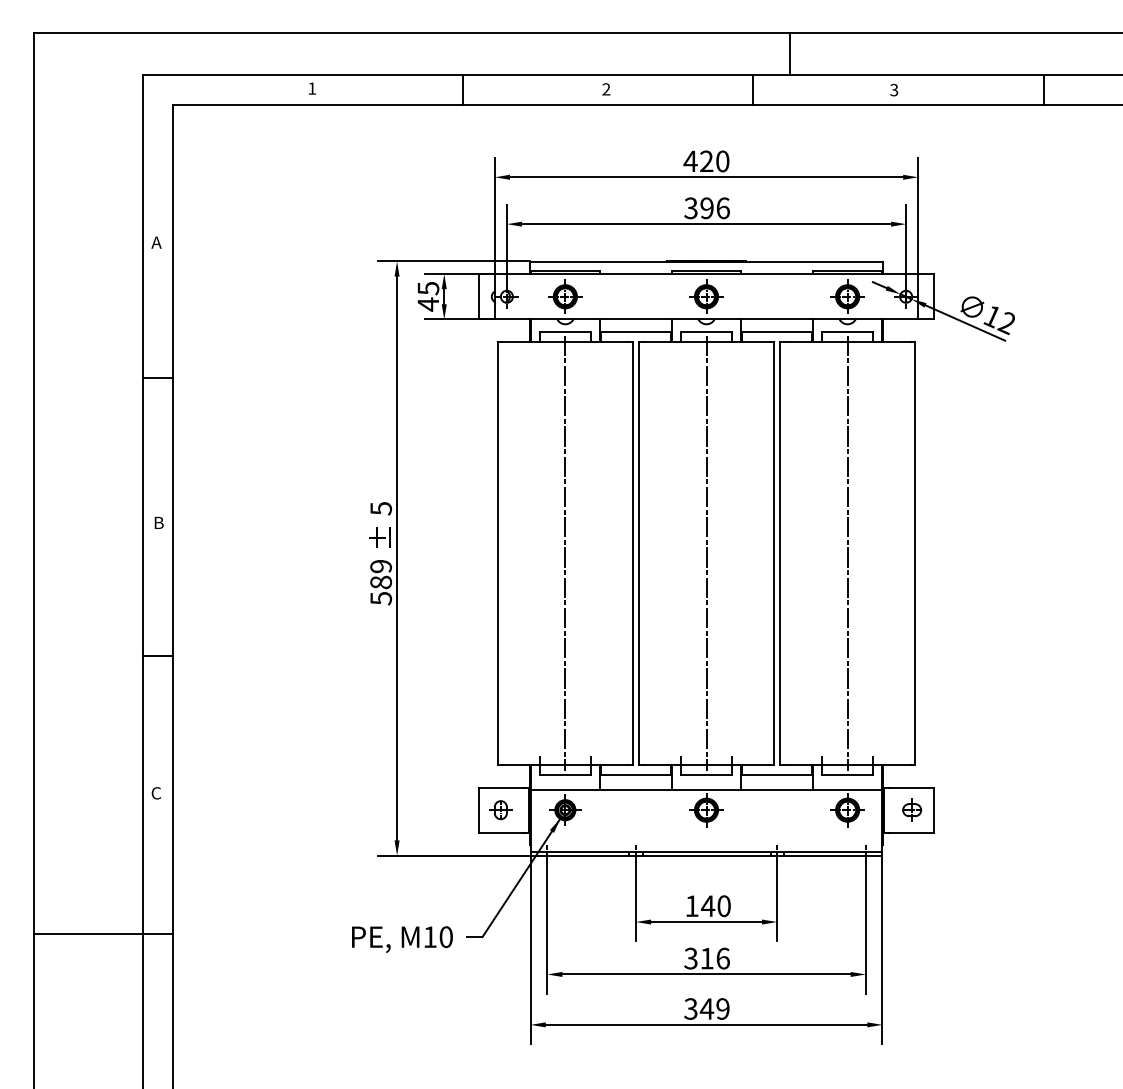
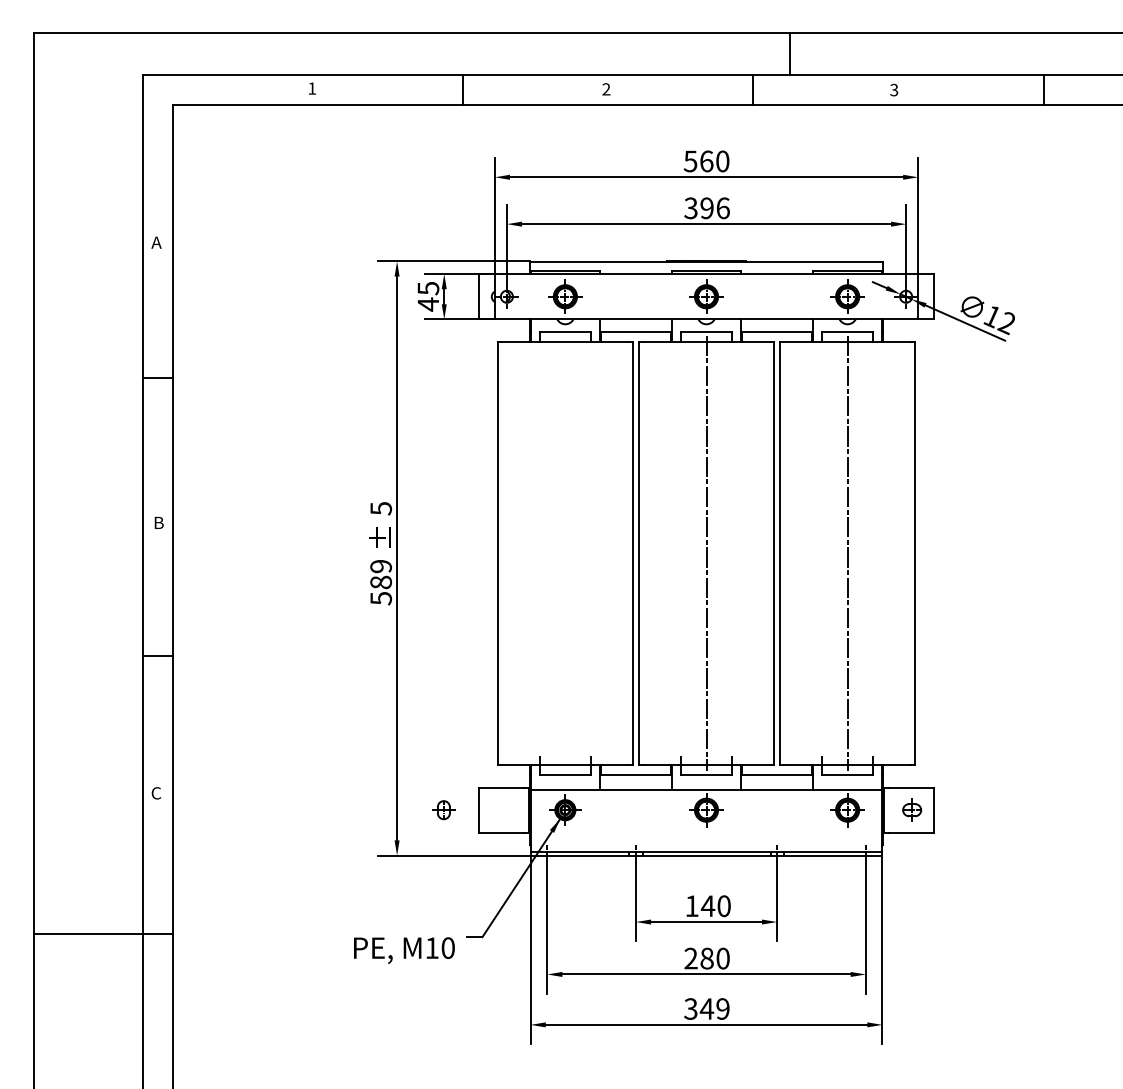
text at (698, 161): 420 -> 560
line at (565, 553): present -> none
part at (500, 810) position: (500, 810) -> (443, 810)
text at (402, 939) position: (402, 939) -> (404, 950)
text at (706, 958): 316 -> 280
